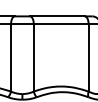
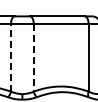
line at (11, 57): solid -> dashed
line at (33, 57): solid -> dashed
